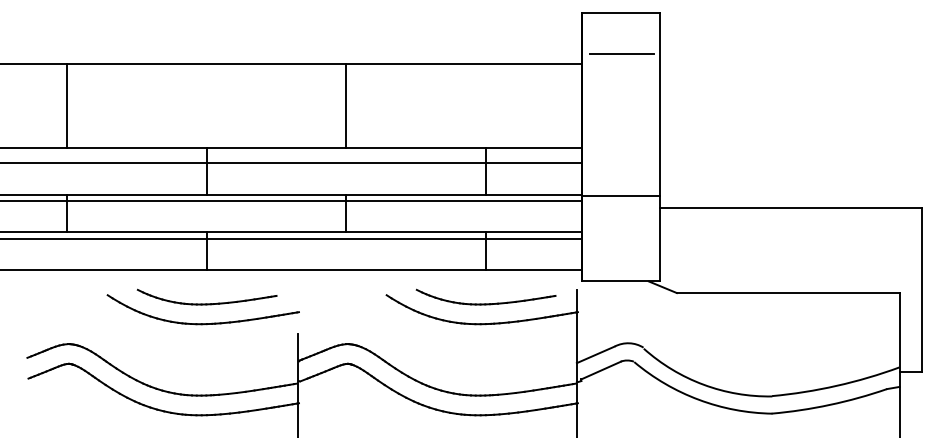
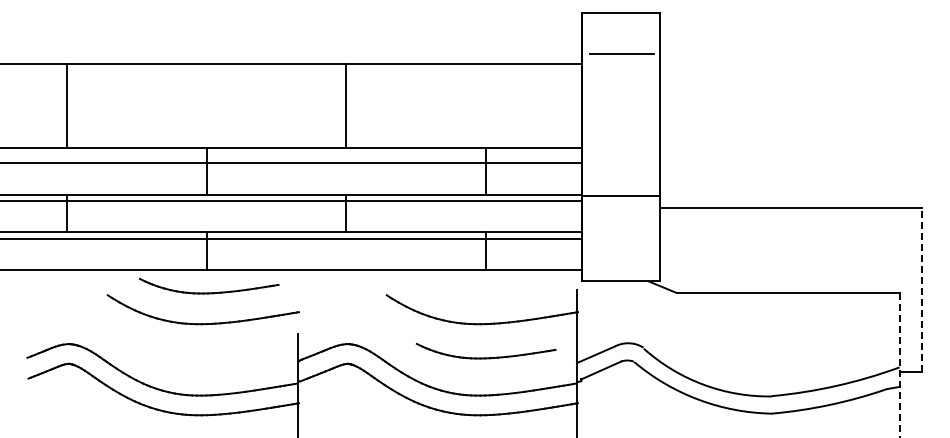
line at (921, 290): solid -> dashed
part at (206, 303) position: (206, 303) -> (208, 292)
part at (485, 303) position: (485, 303) -> (485, 357)
line at (899, 365): solid -> dashed
